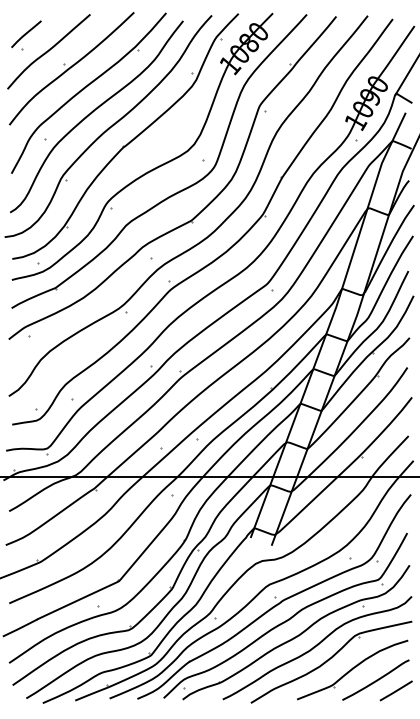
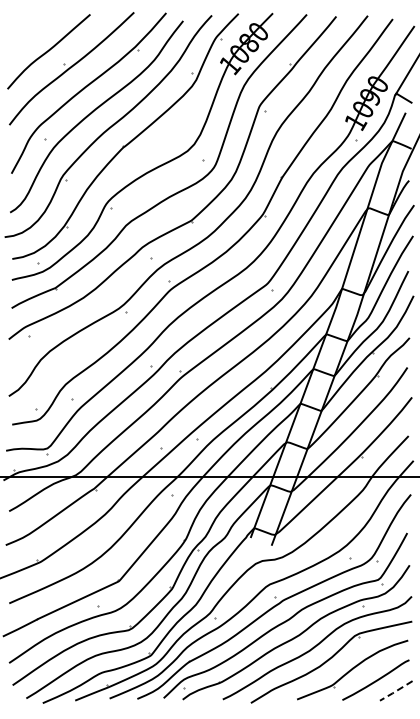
part at (26, 35): present -> none
line at (395, 691): solid -> dashed
